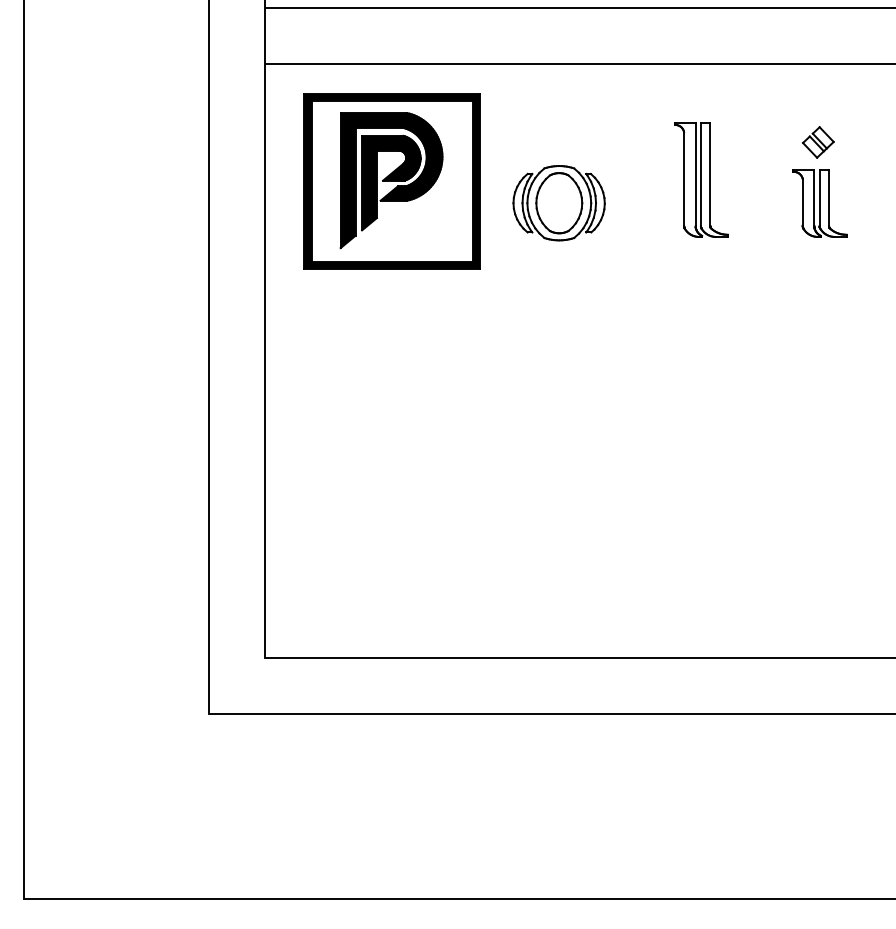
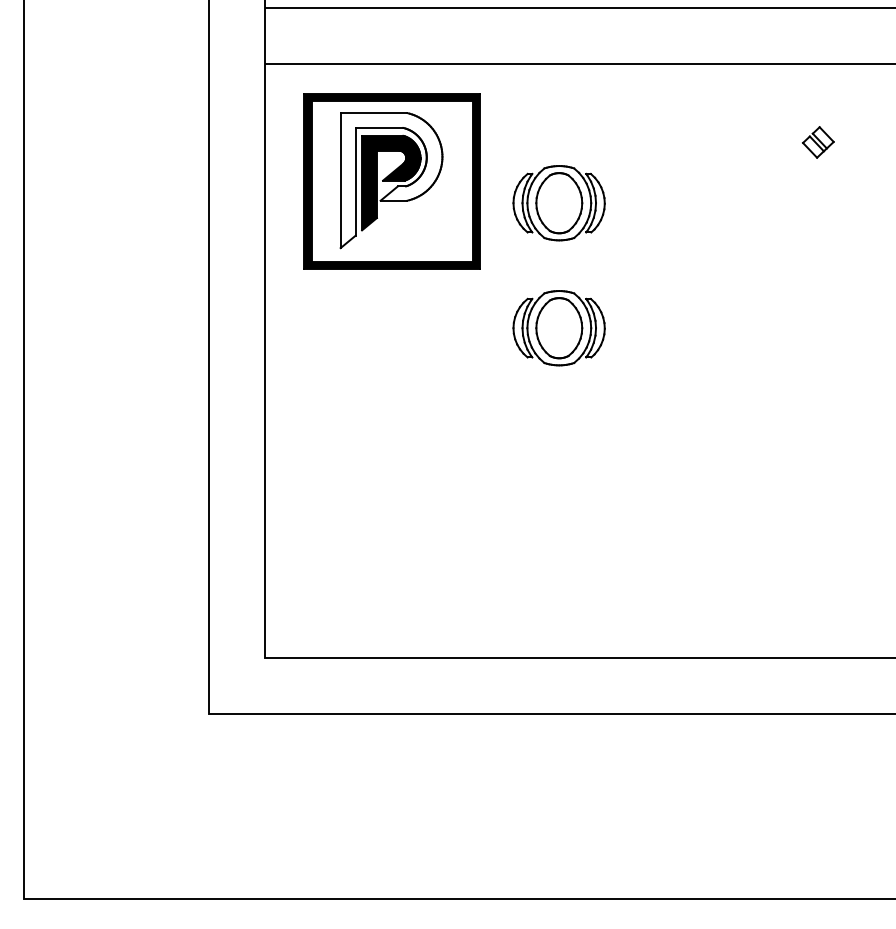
part at (701, 179): present -> none
fill at (391, 180): present -> none
part at (819, 203): present -> none
part at (558, 328): none -> present
